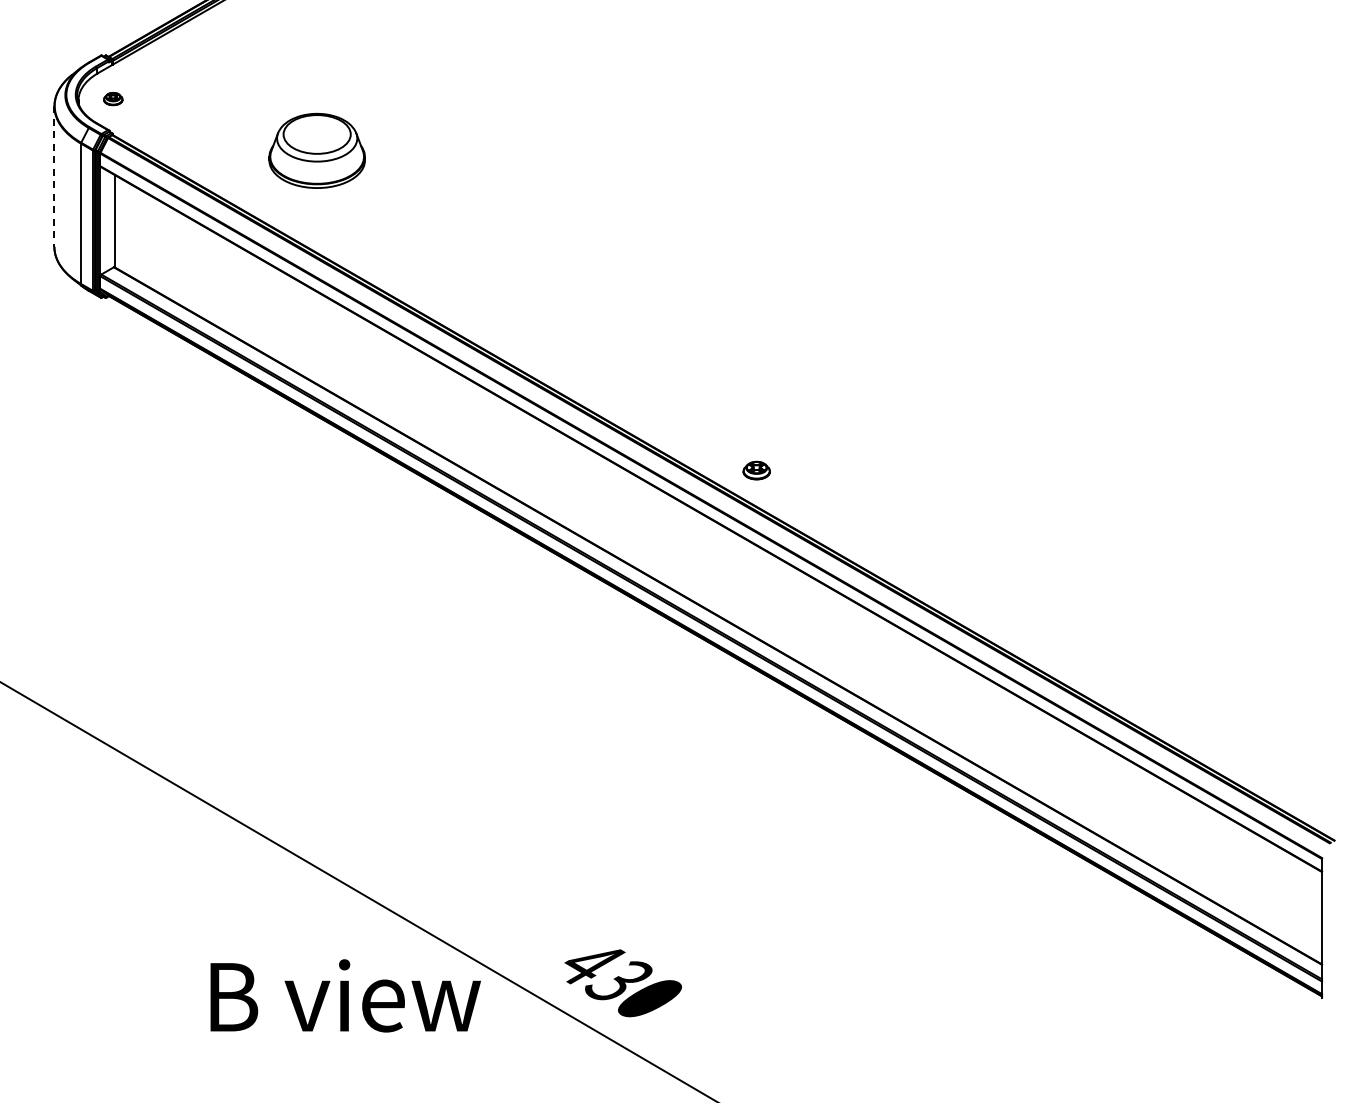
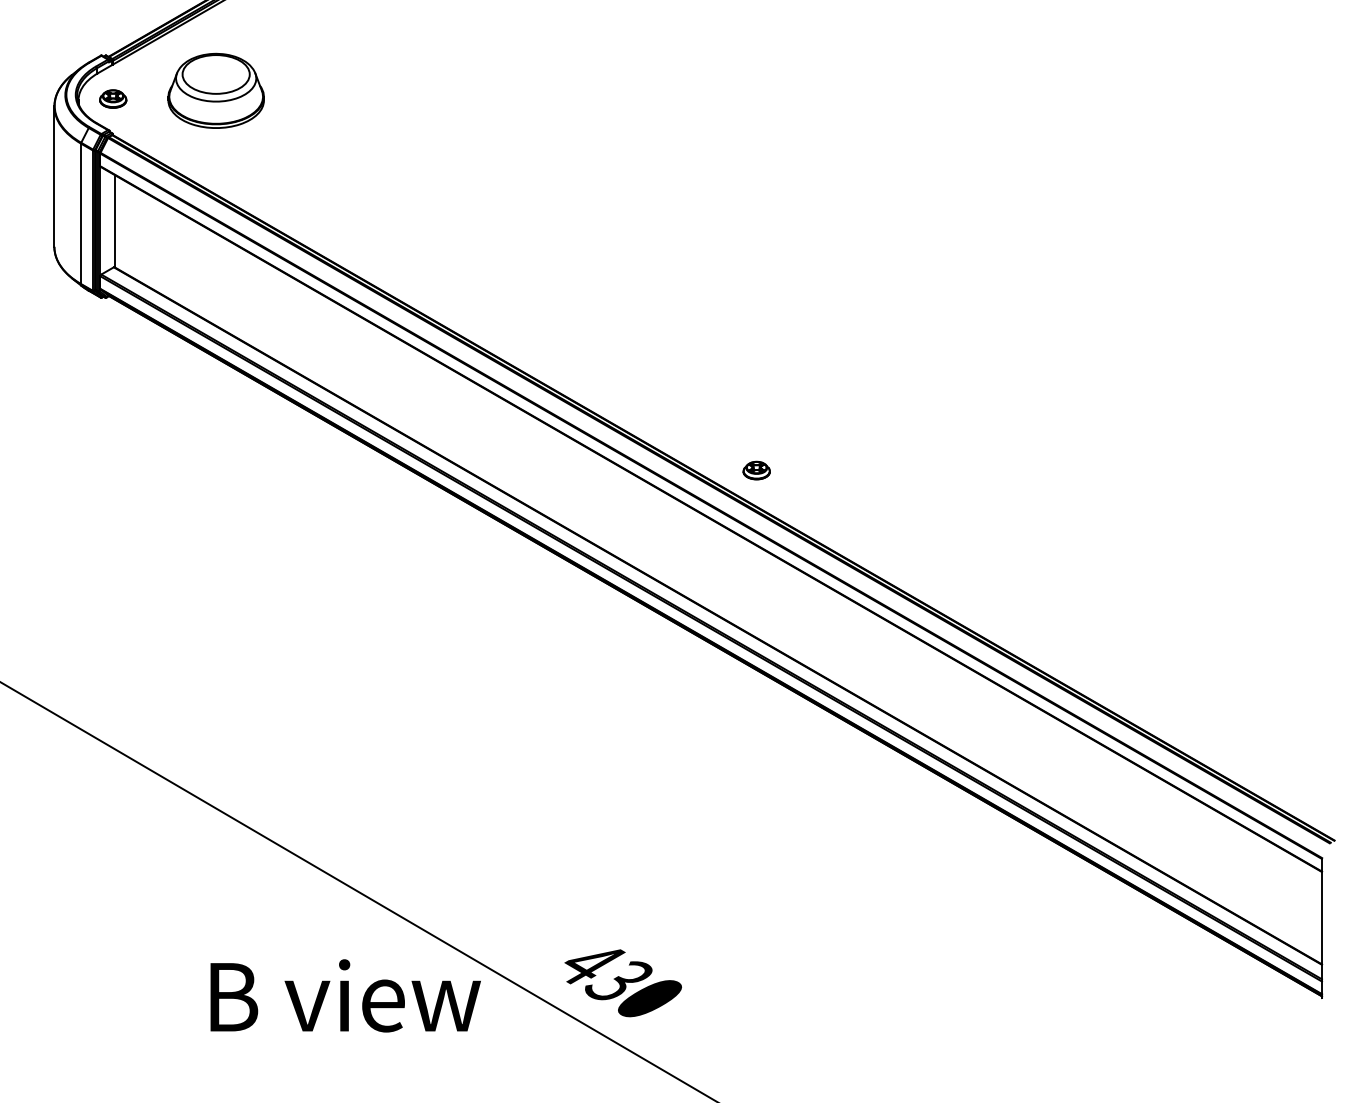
part at (113, 99) size: 21x15 px -> 29x20 px
part at (316, 150) position: (316, 150) -> (215, 90)
line at (54, 177): dashed -> solid
